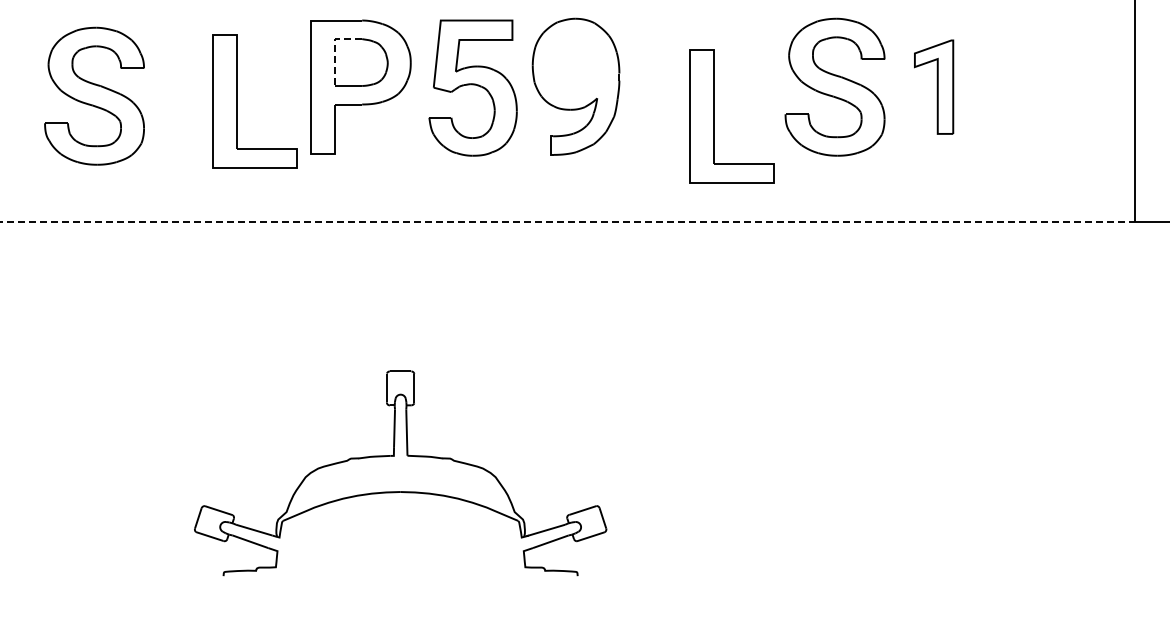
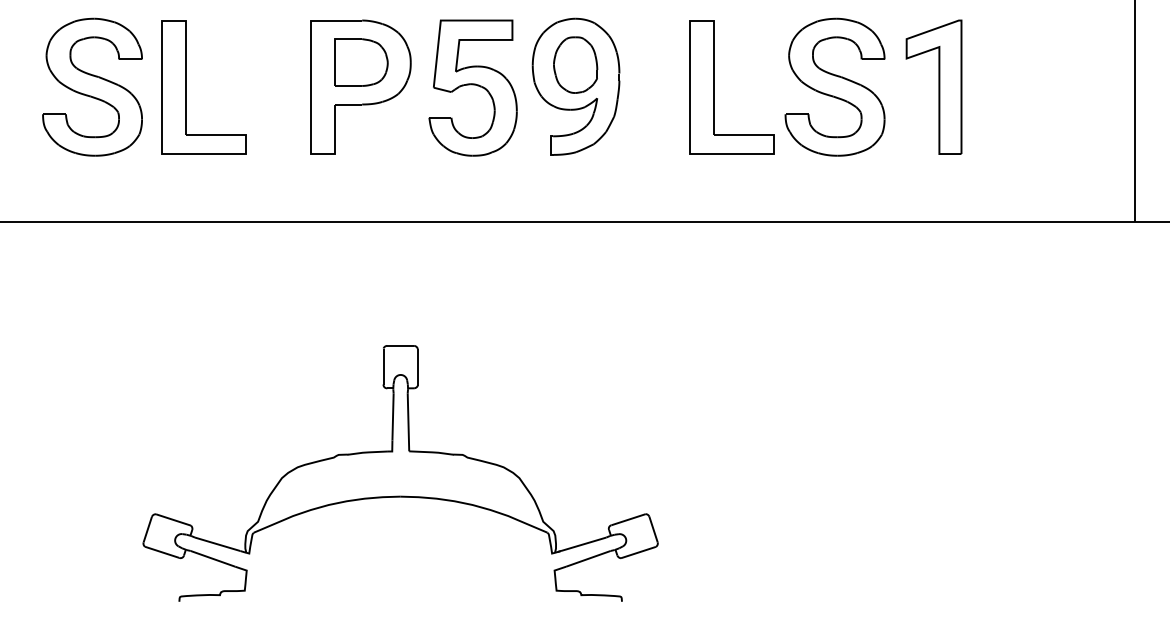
line at (334, 48): dashed -> solid
part at (575, 64): none -> present
part at (934, 86) size: 41x96 px -> 58x136 px
part at (94, 95) position: (94, 95) -> (92, 86)
part at (237, 101) position: (237, 101) -> (186, 87)
part at (714, 116) position: (714, 116) -> (714, 87)
line at (568, 222): dashed -> solid
part at (400, 473) size: 414x207 px -> 517x257 px
